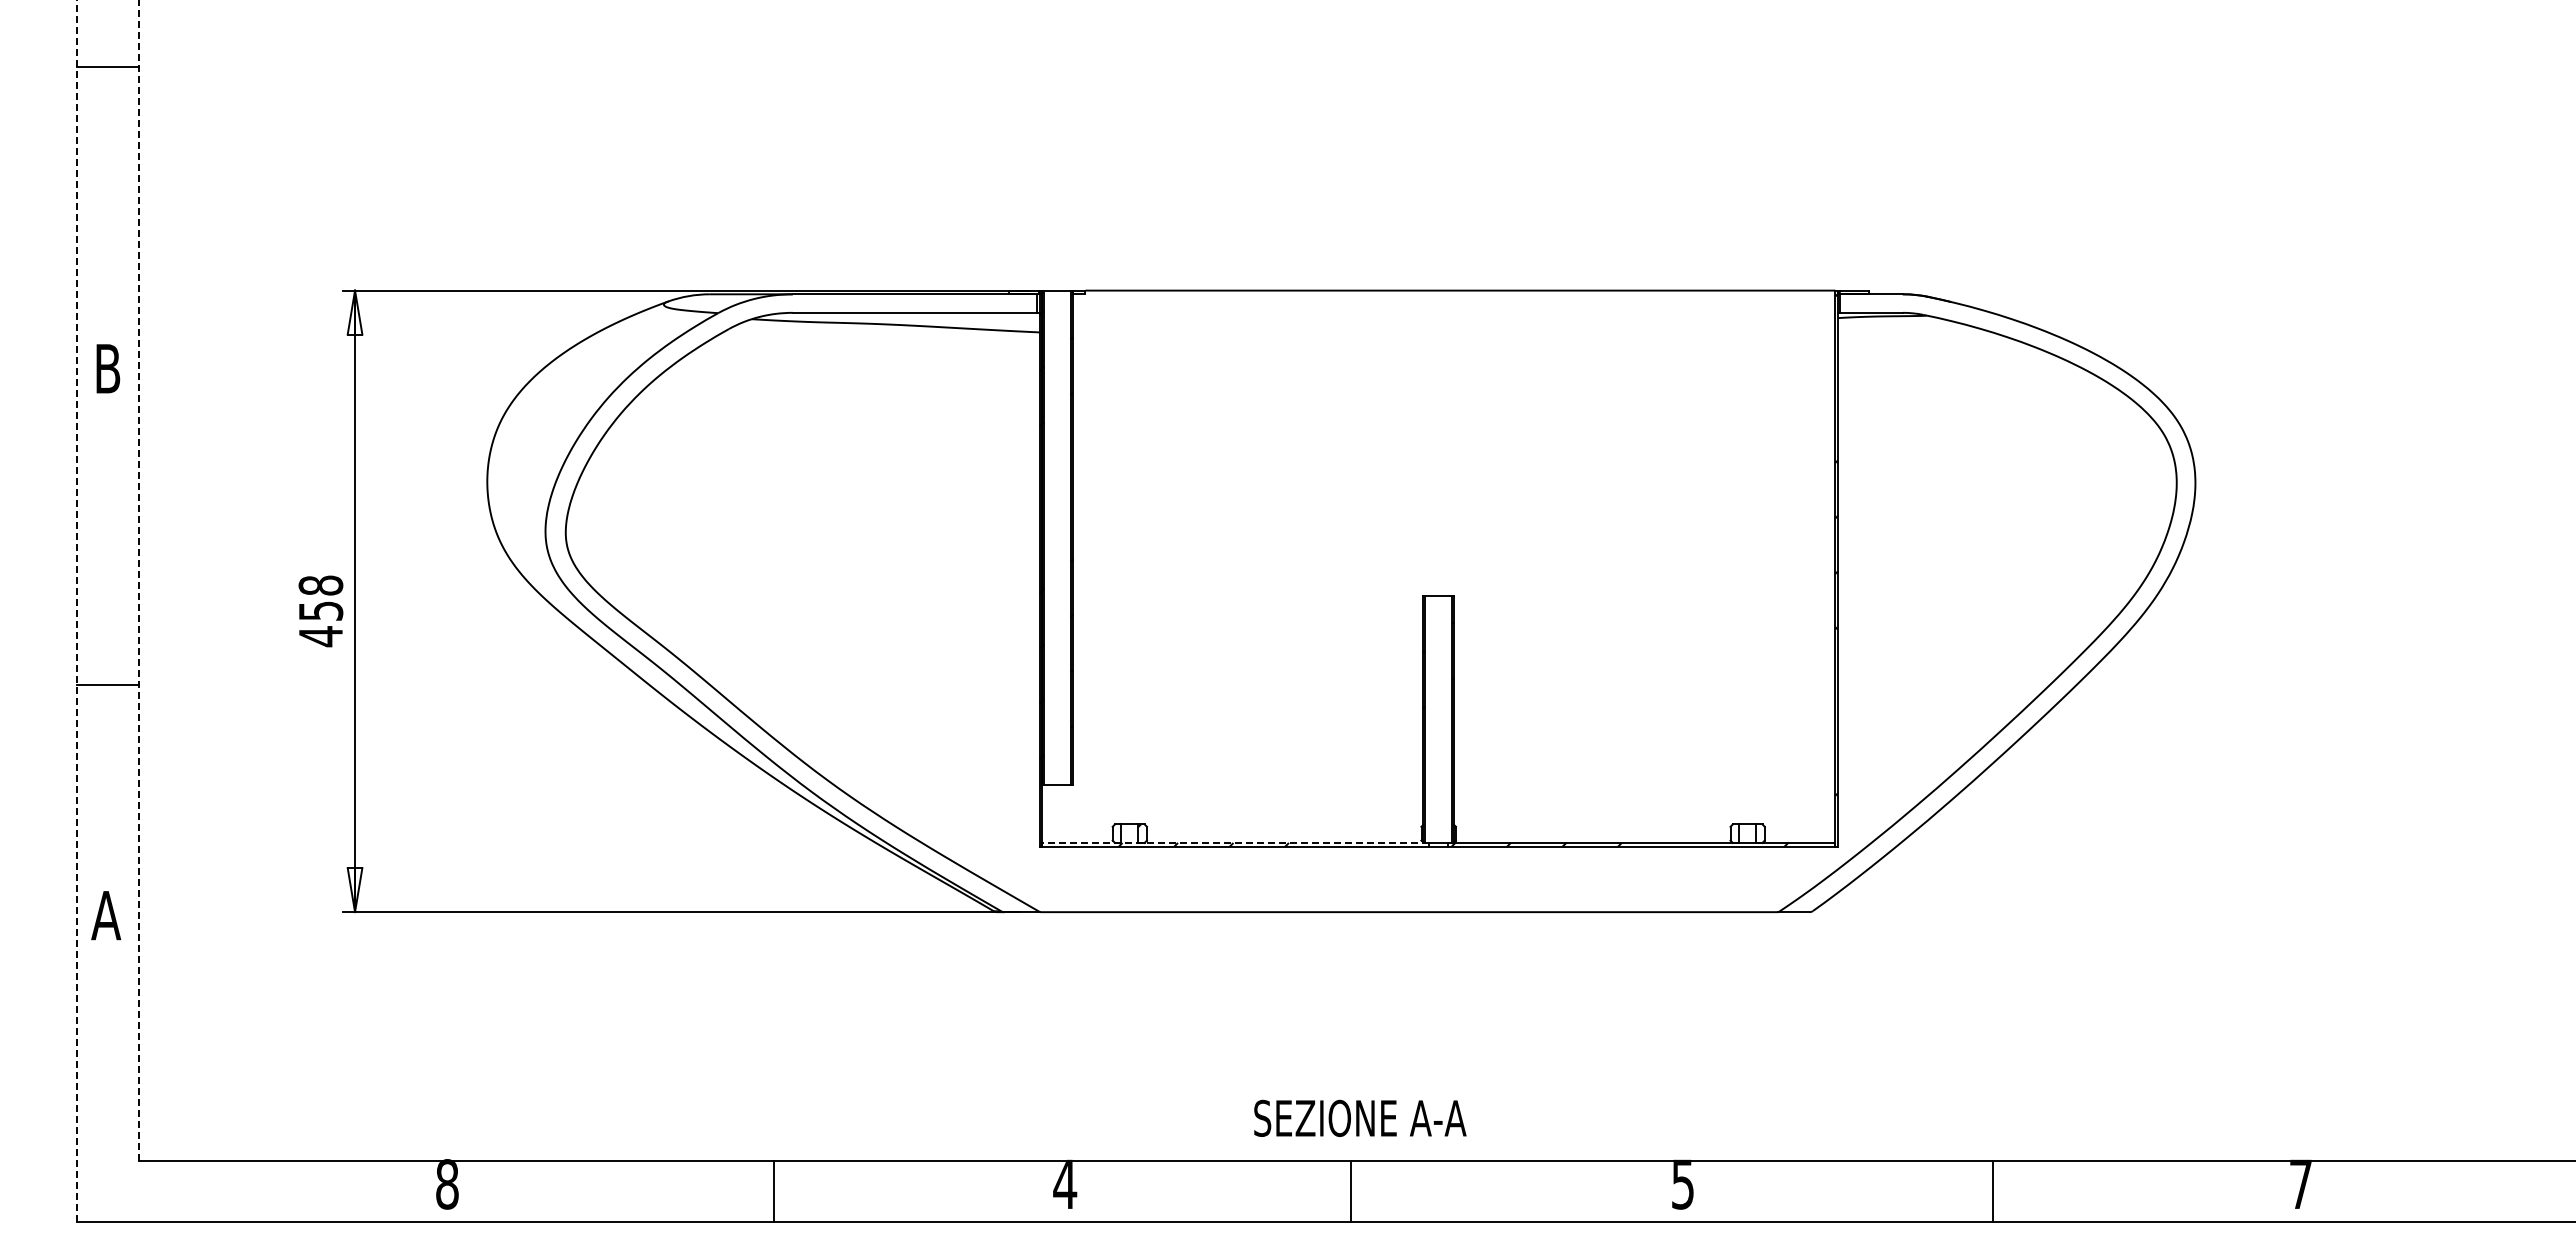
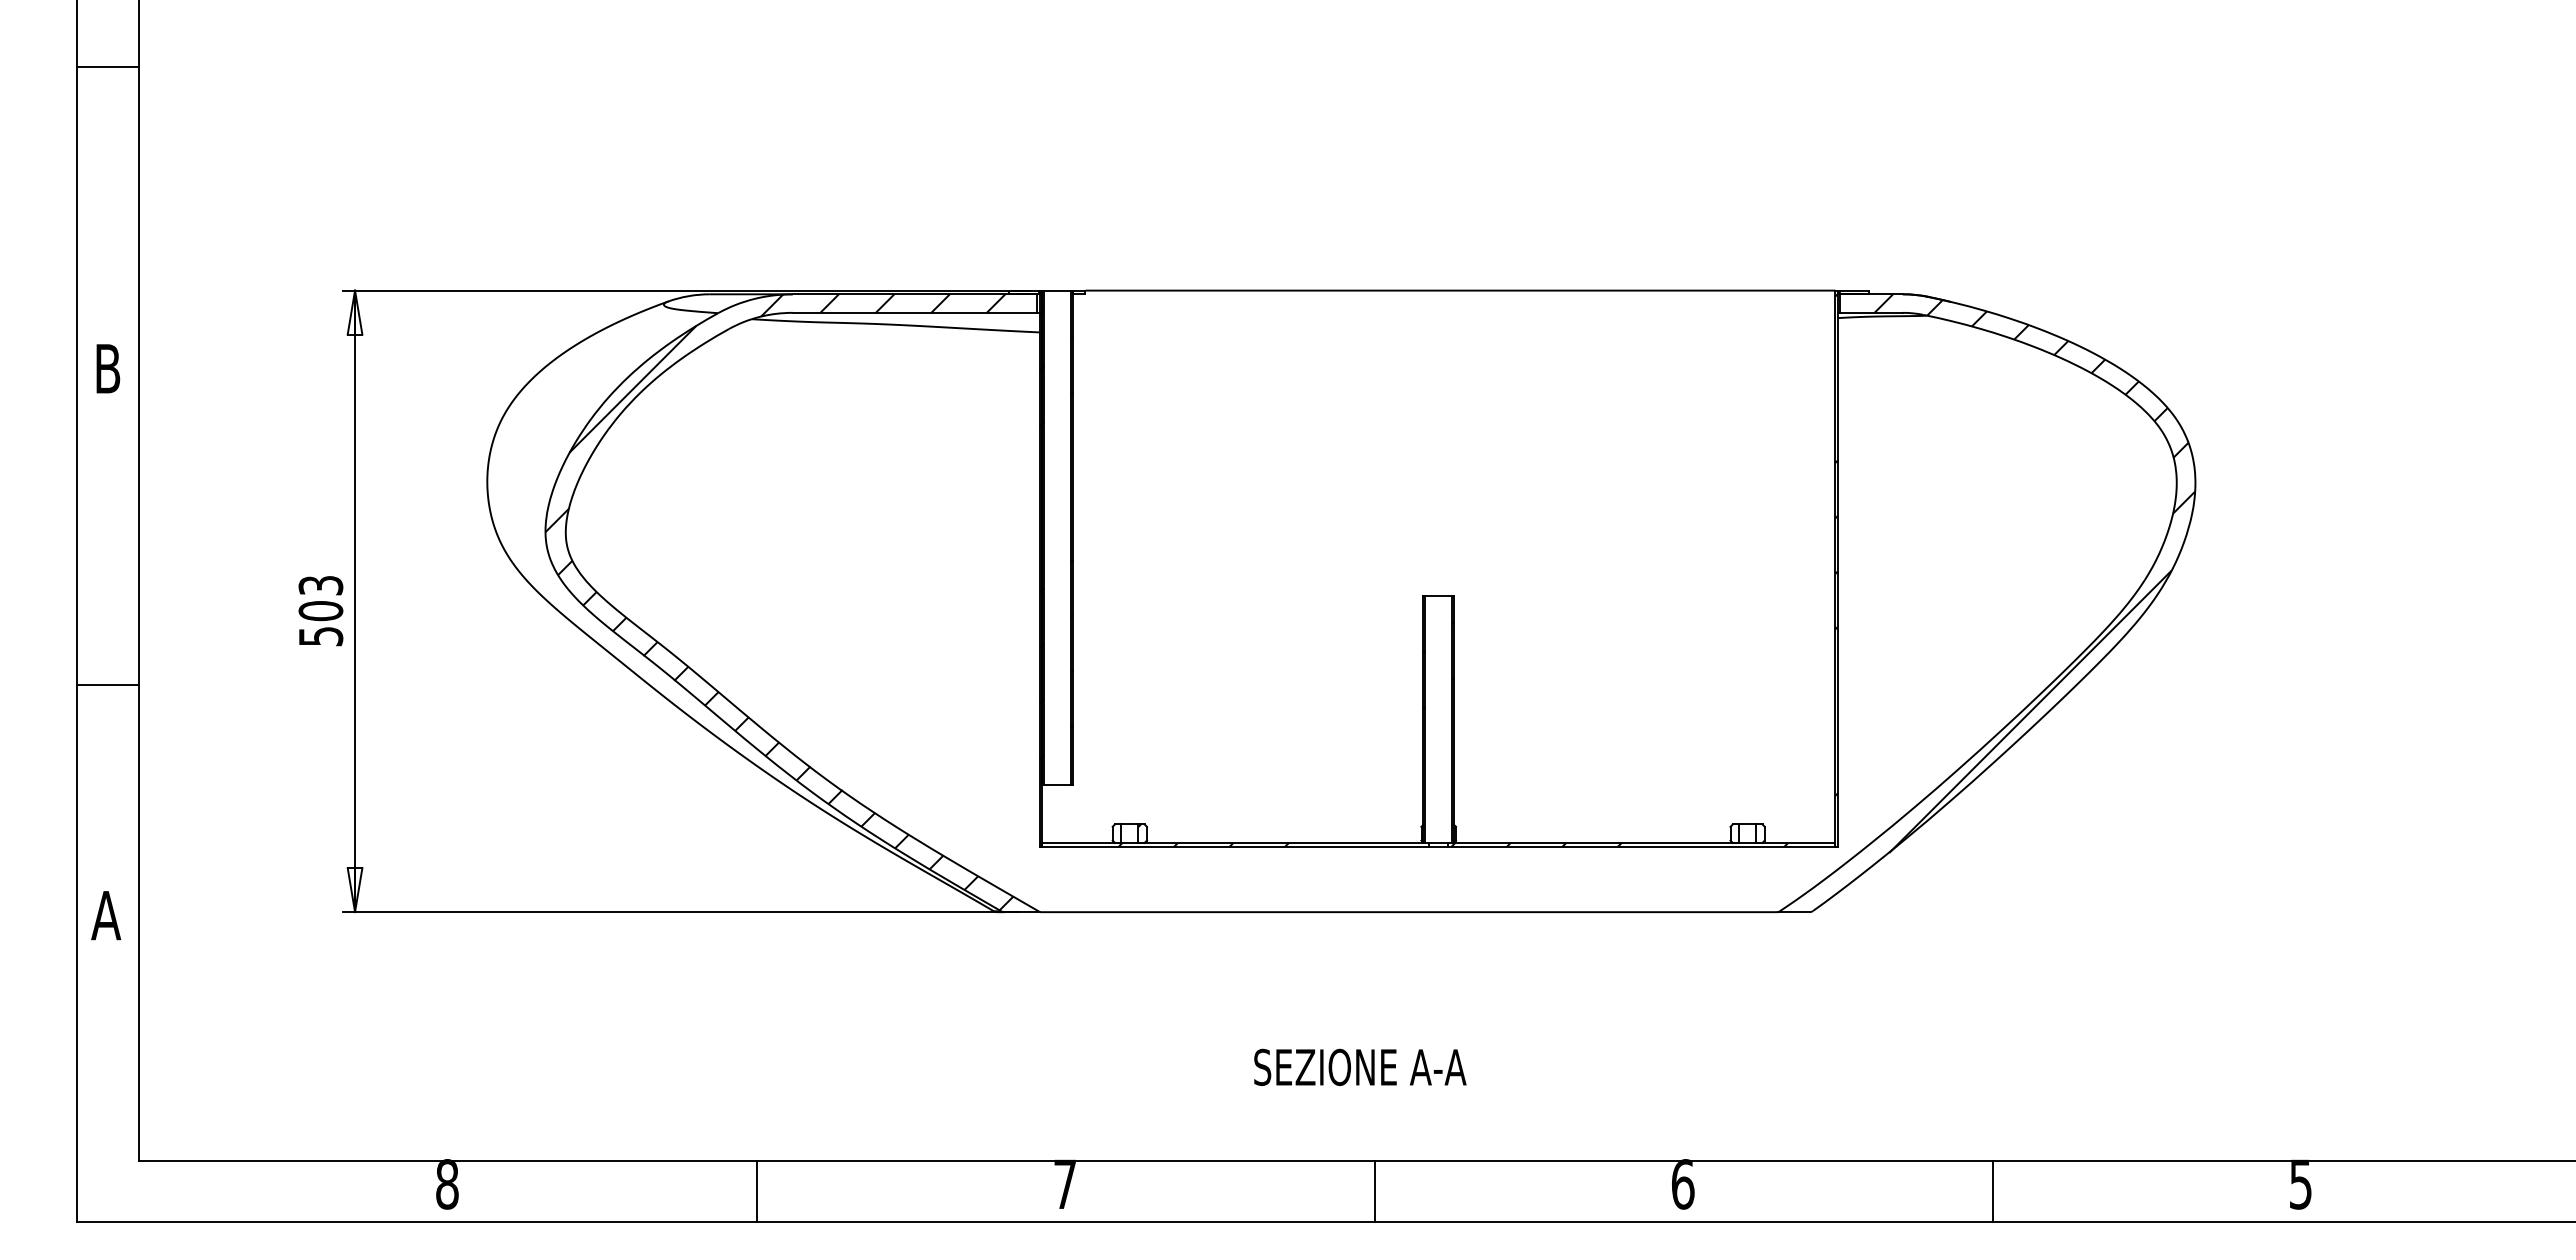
hatch at (2034, 573): none -> present
line at (139, 580): dashed -> solid
hatch at (779, 602): none -> present
line at (77, 611): dashed -> solid
text at (320, 611): 458 -> 503
line at (1235, 842): dashed -> solid
text at (1360, 1117) position: (1360, 1117) -> (1360, 1066)
text at (1065, 1183): 4 -> 7
text at (1683, 1184): 5 -> 6
text at (2300, 1184): 7 -> 5
line at (773, 1191) position: (773, 1191) -> (756, 1191)
line at (1350, 1191) position: (1350, 1191) -> (1374, 1191)
